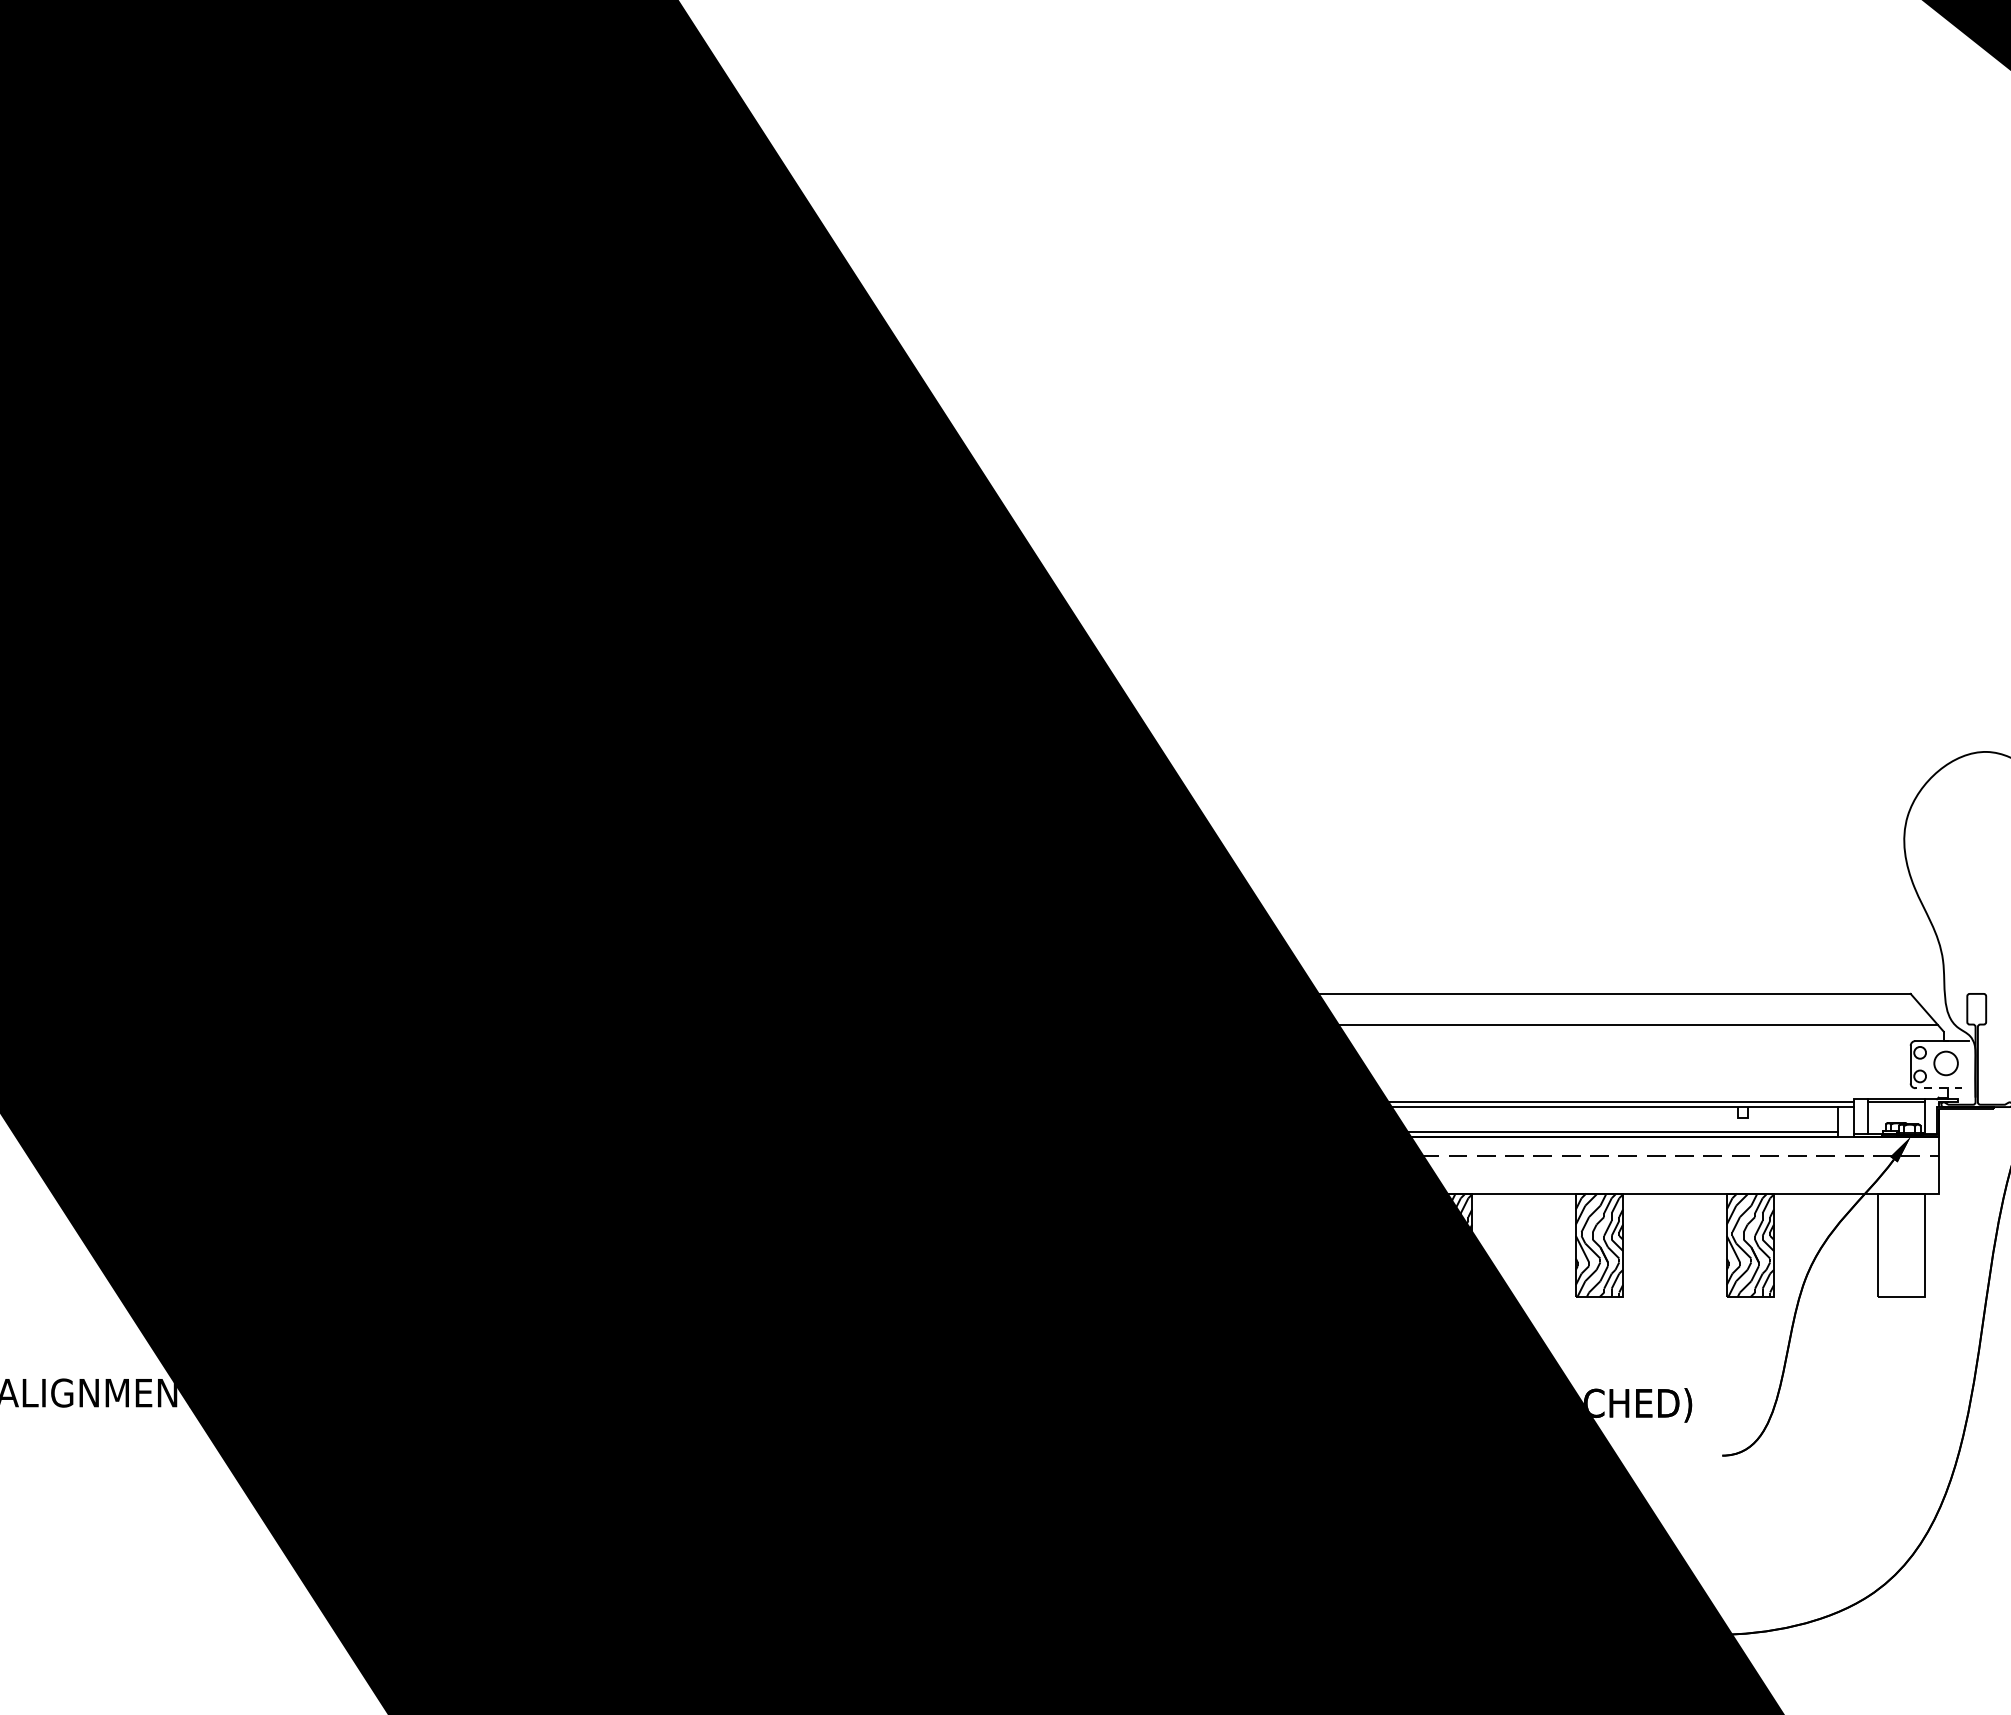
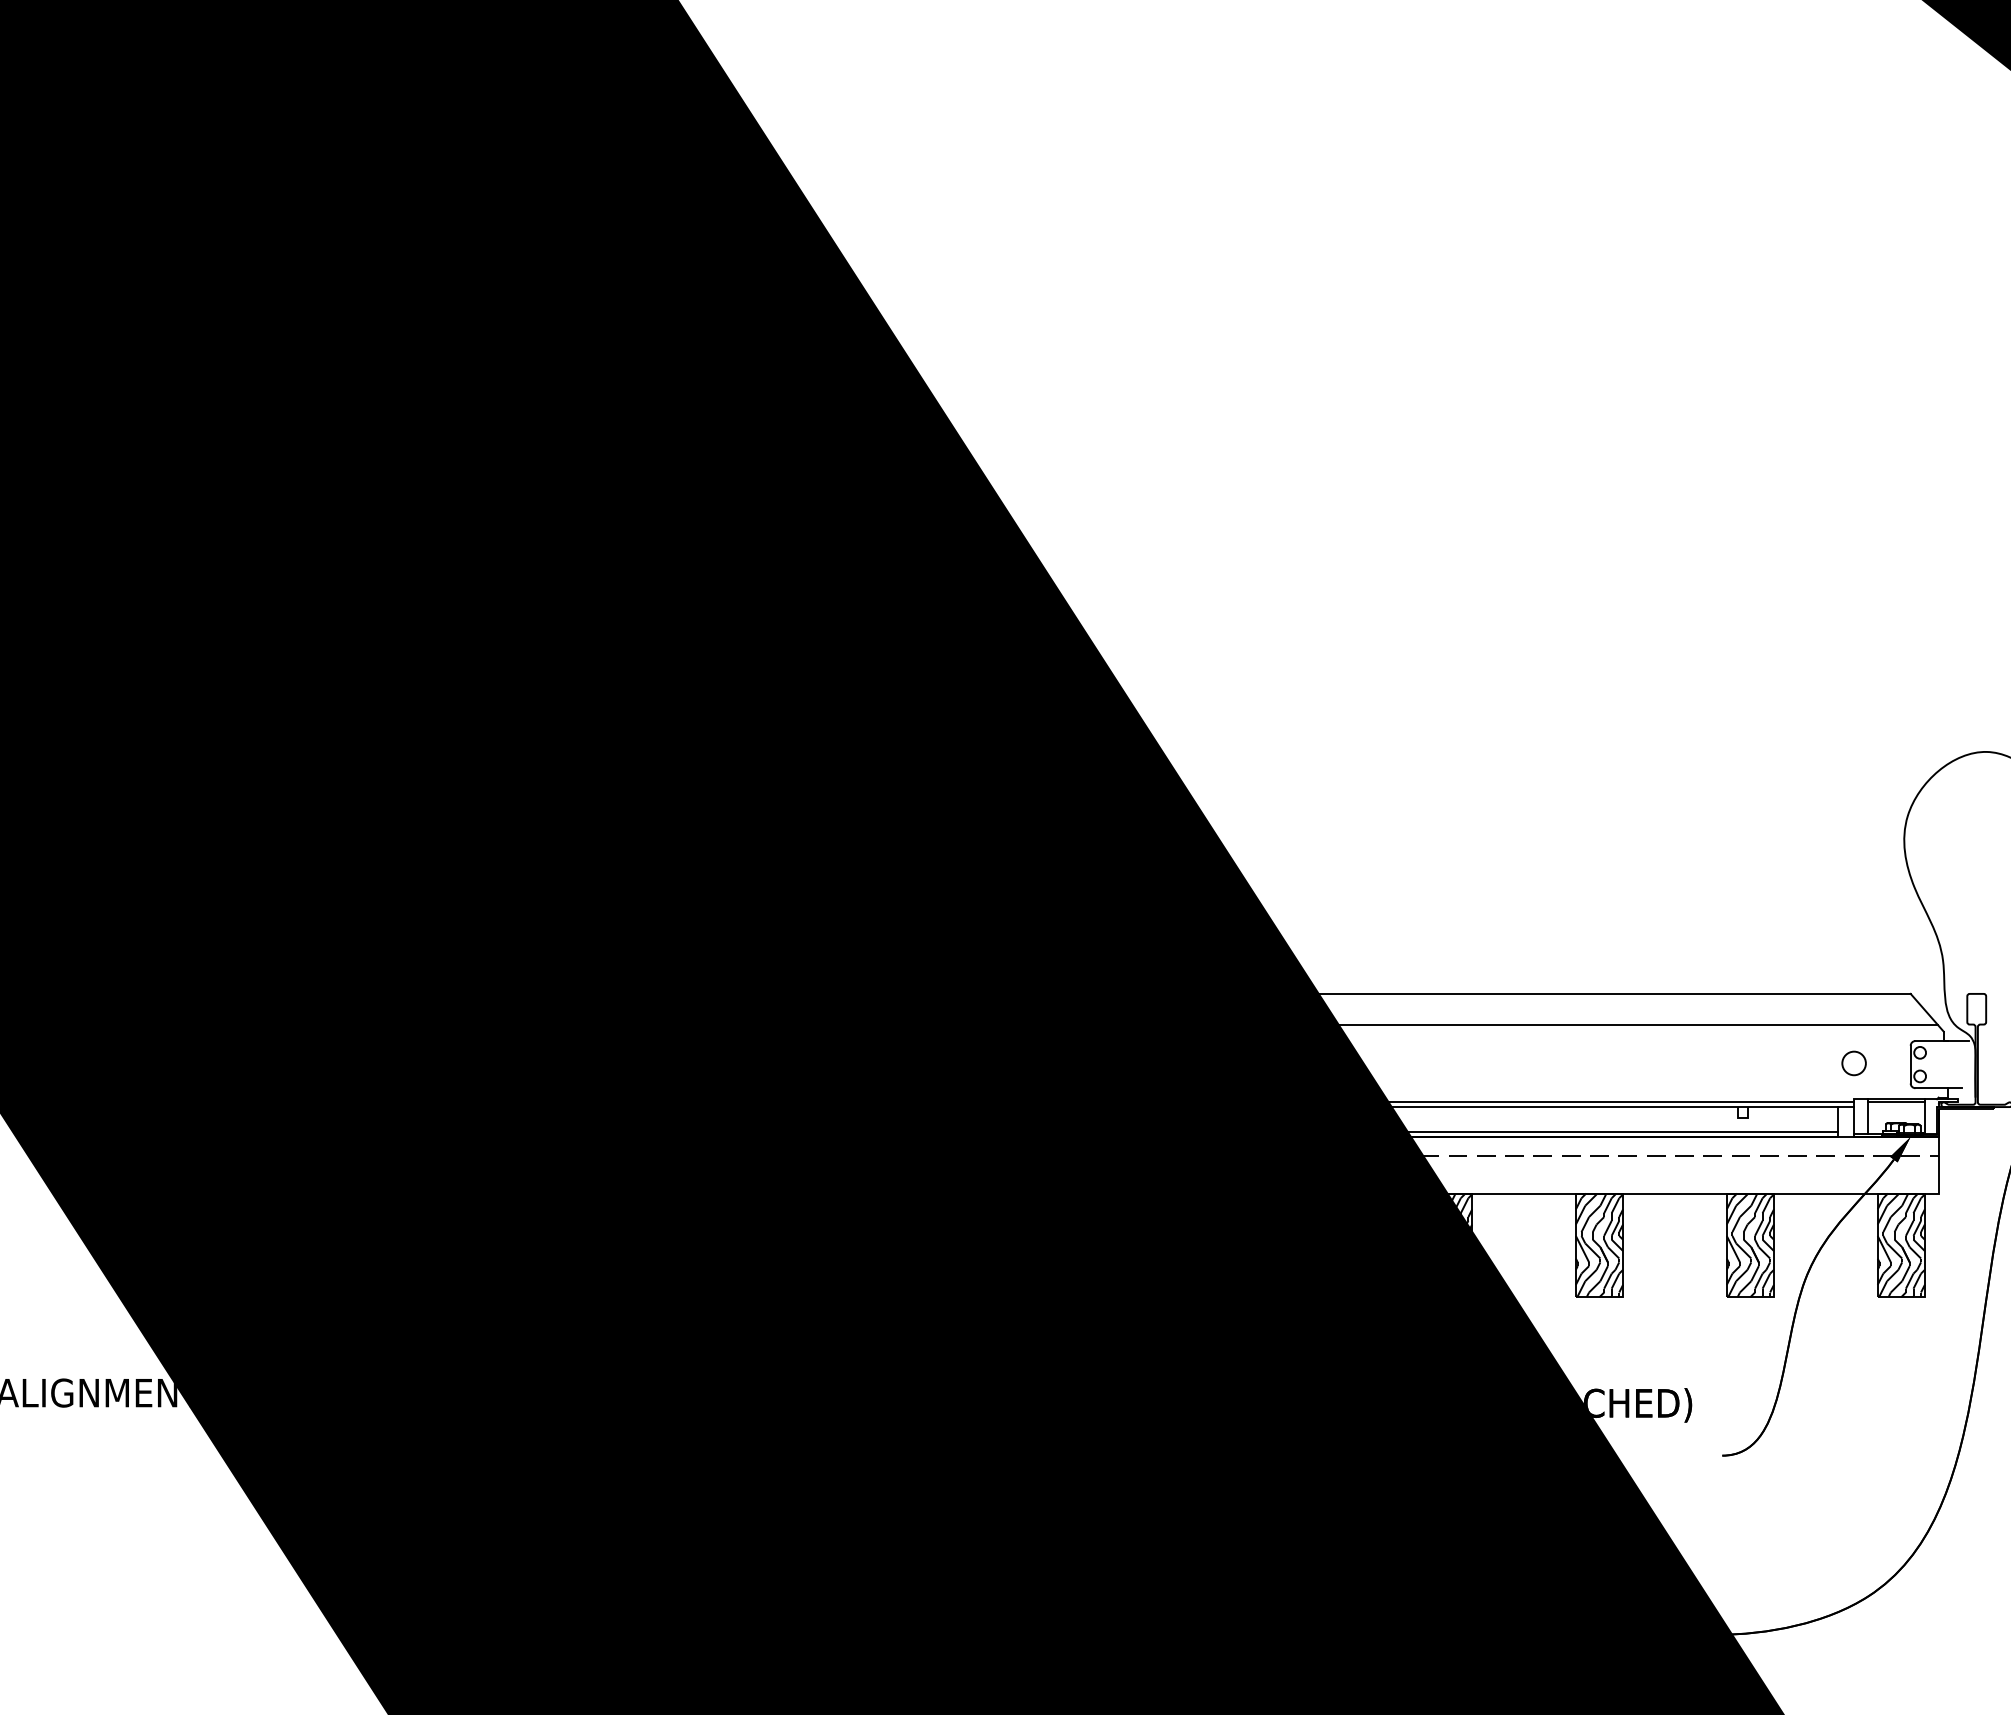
circle at (1945, 1063) position: (1945, 1063) -> (1853, 1063)
line at (1938, 1088): dashed -> solid
hatch at (1900, 1245): none -> present
